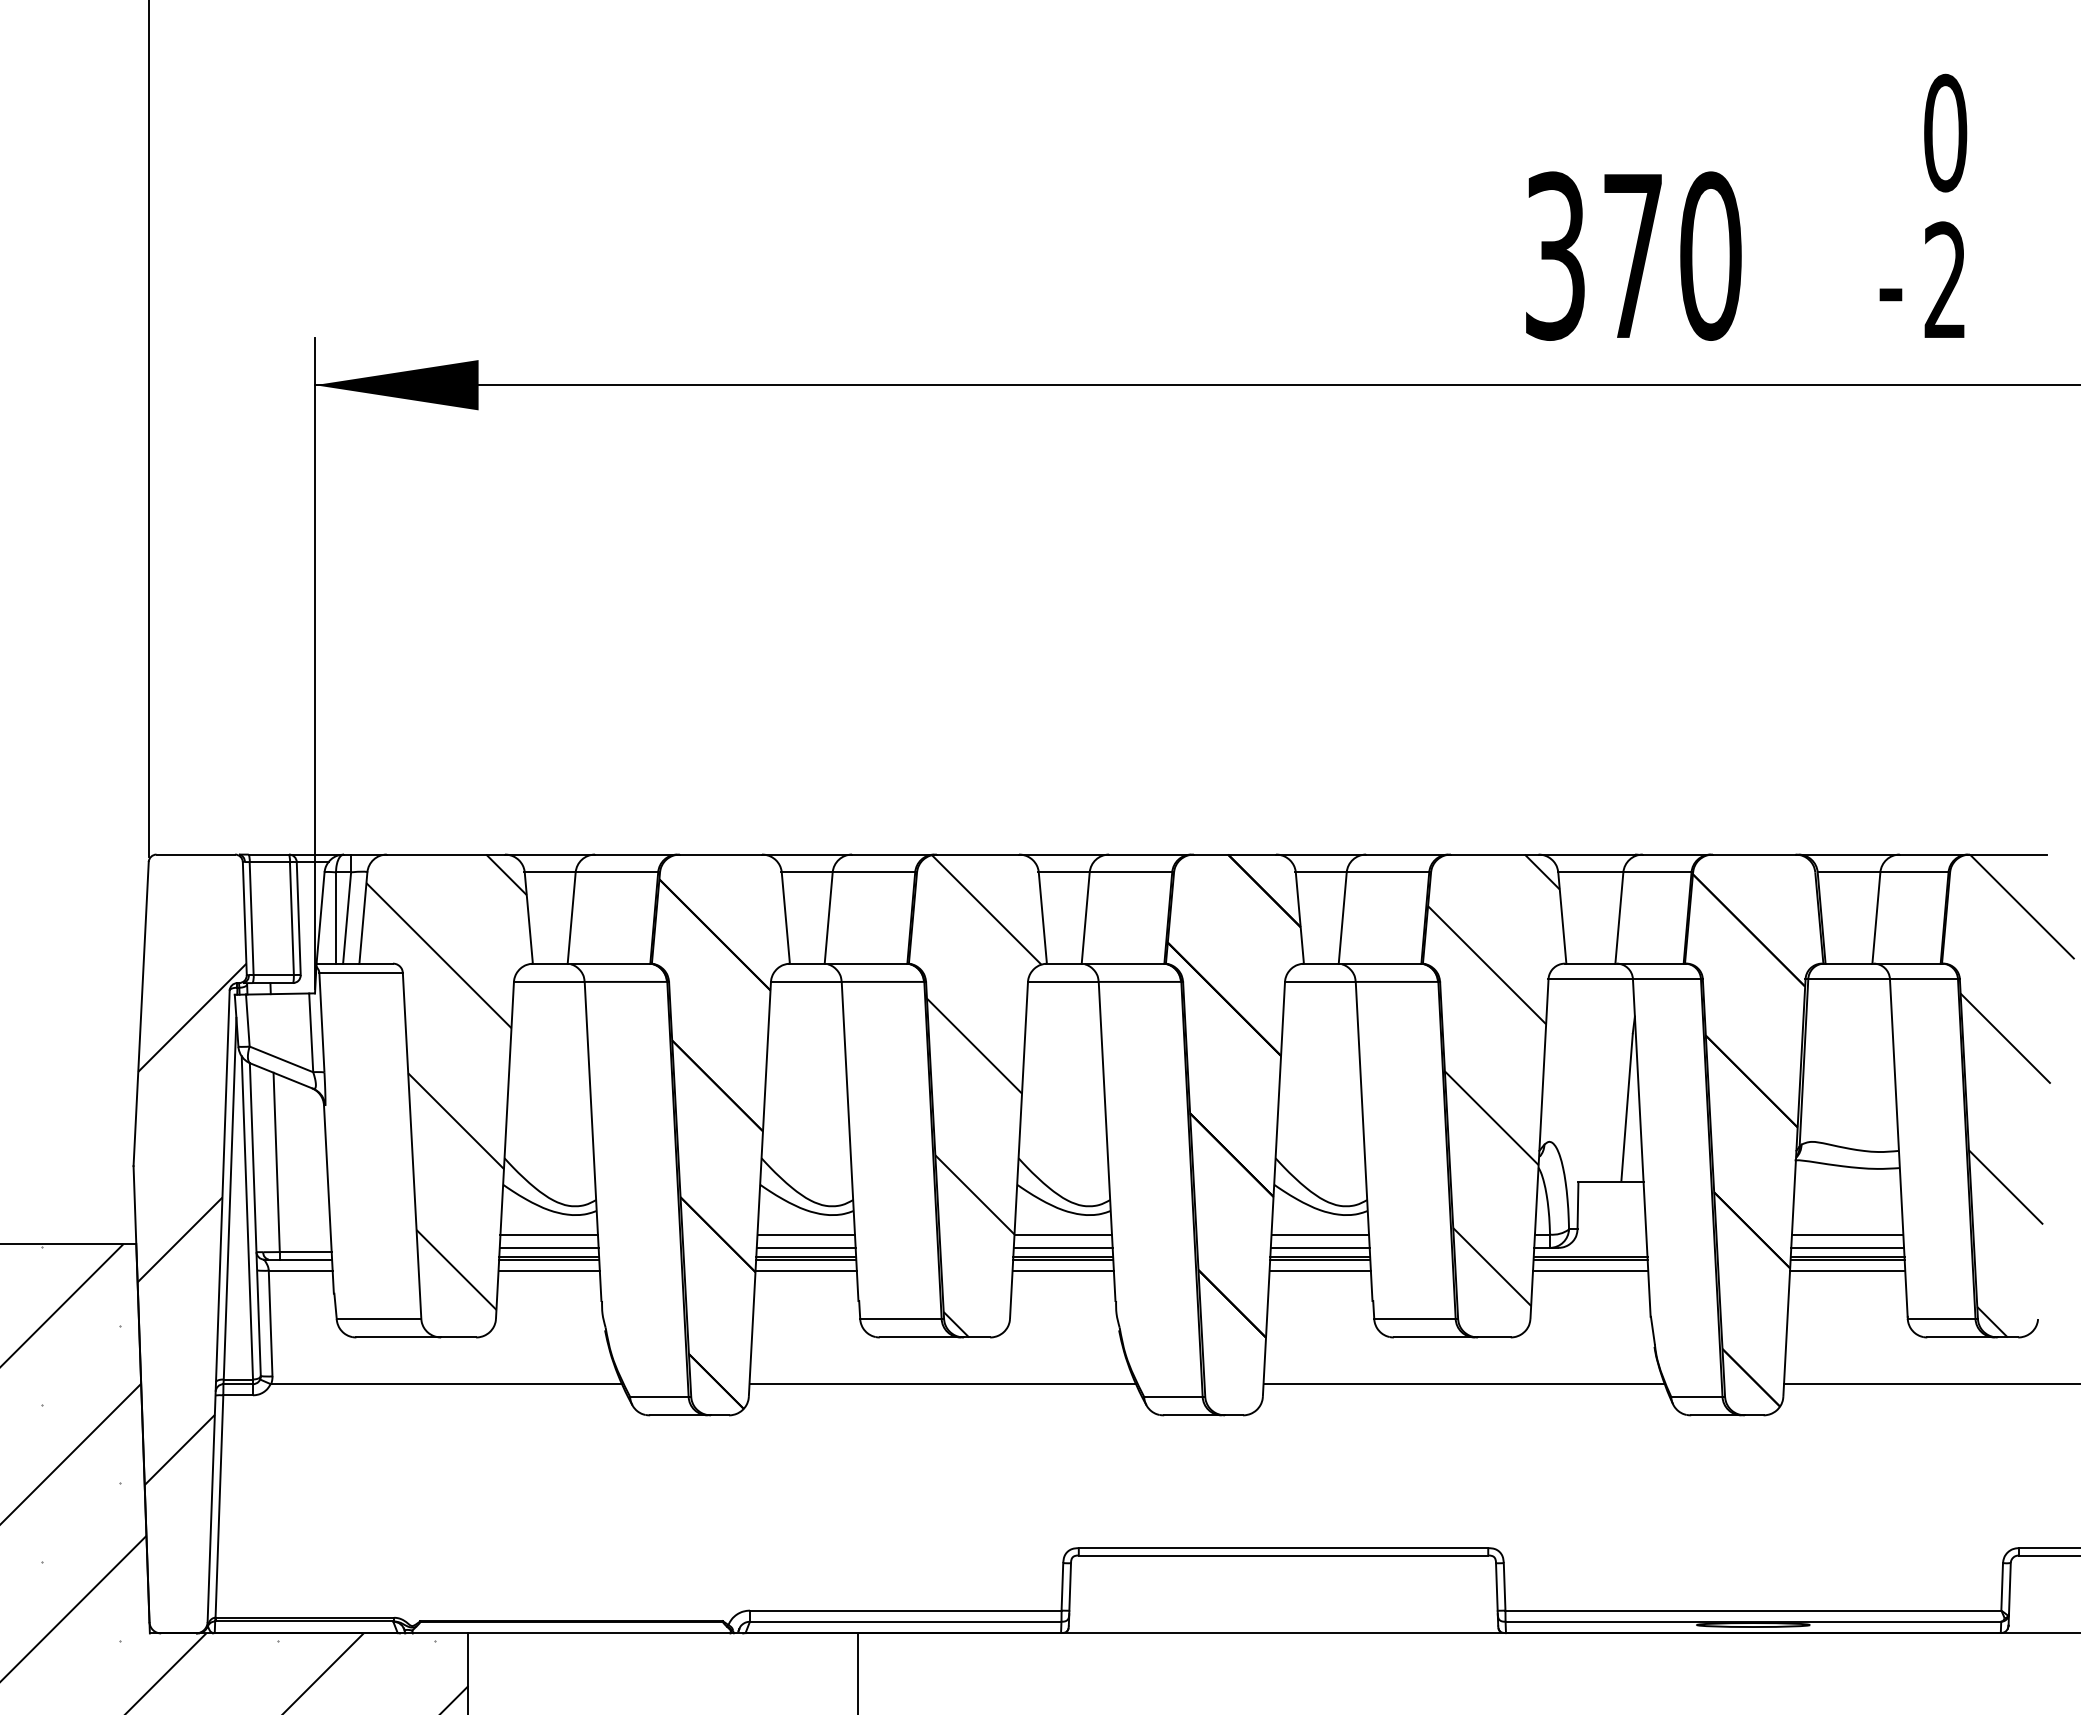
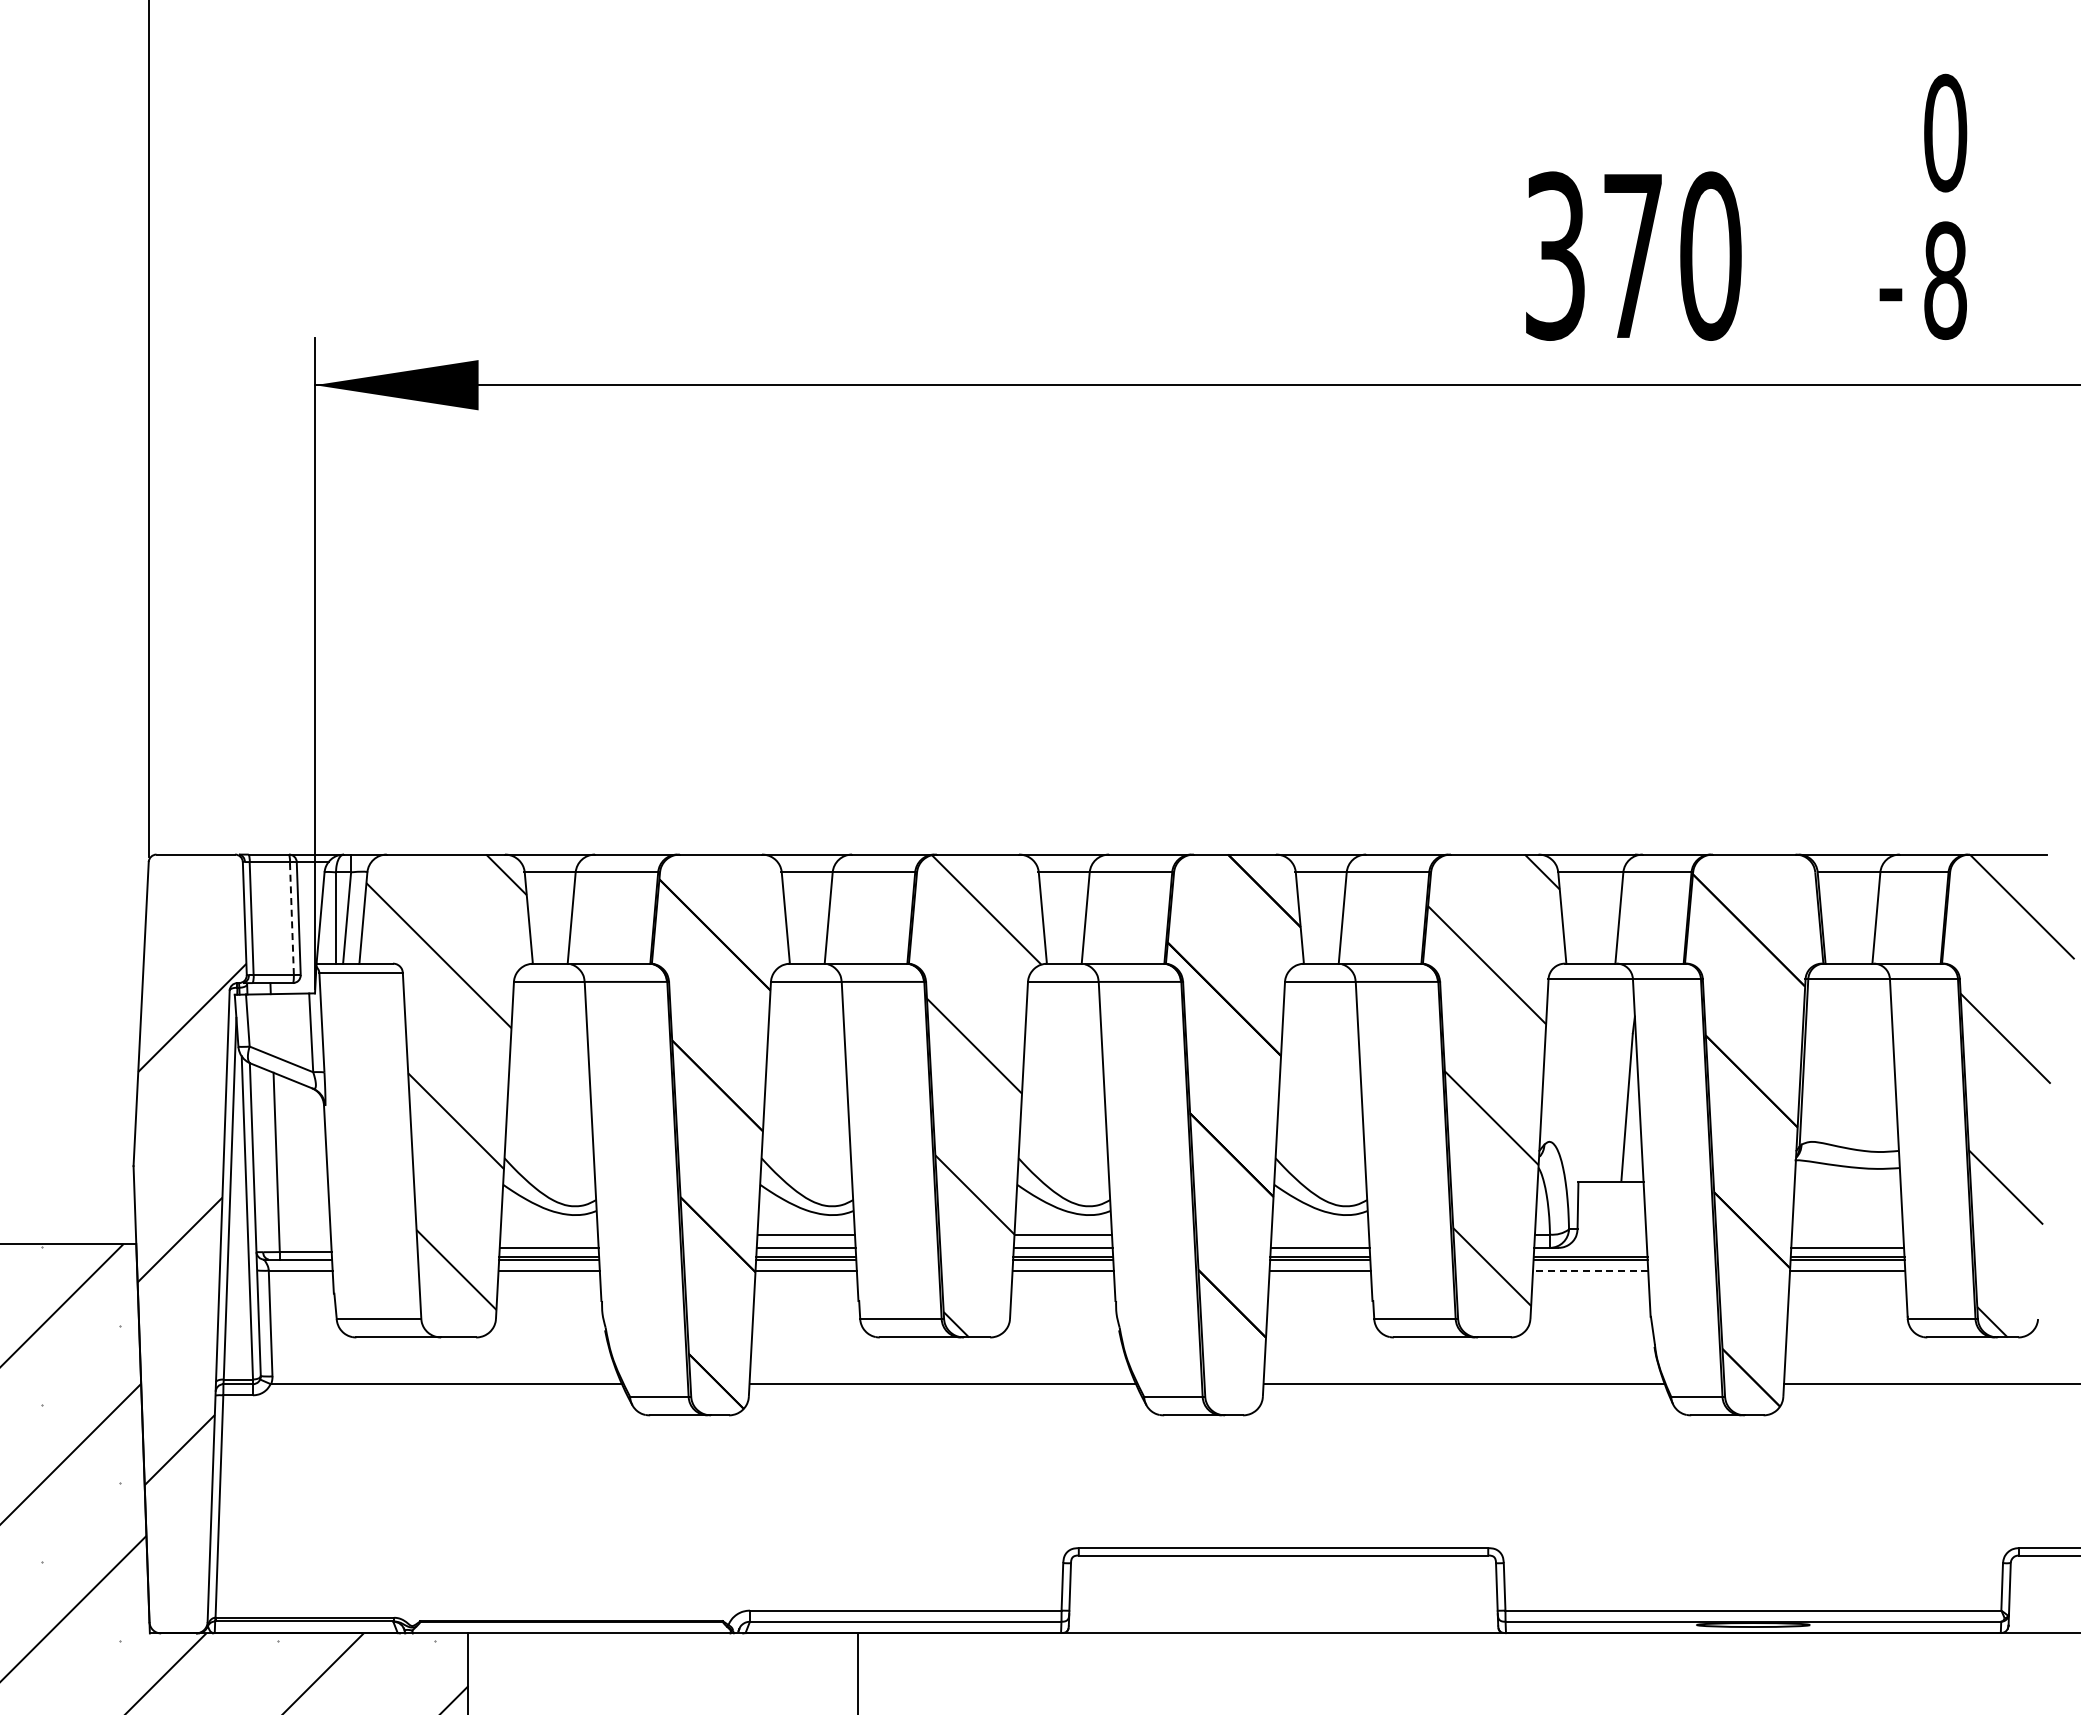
text at (1945, 280): 2 -> 8
line at (291, 918): solid -> dashed
line at (548, 1234): present -> none
line at (1320, 1234): present -> none
line at (1847, 1234): present -> none
line at (1590, 1270): solid -> dashed
